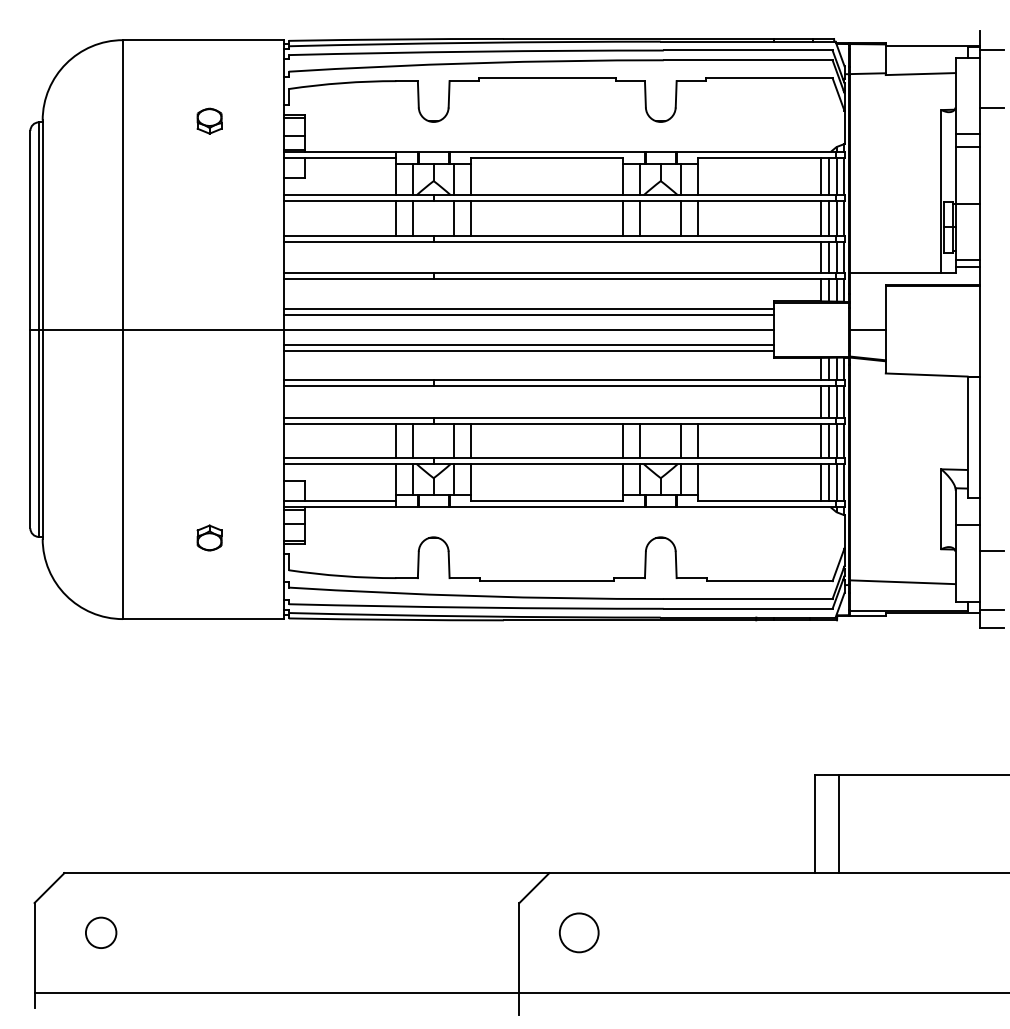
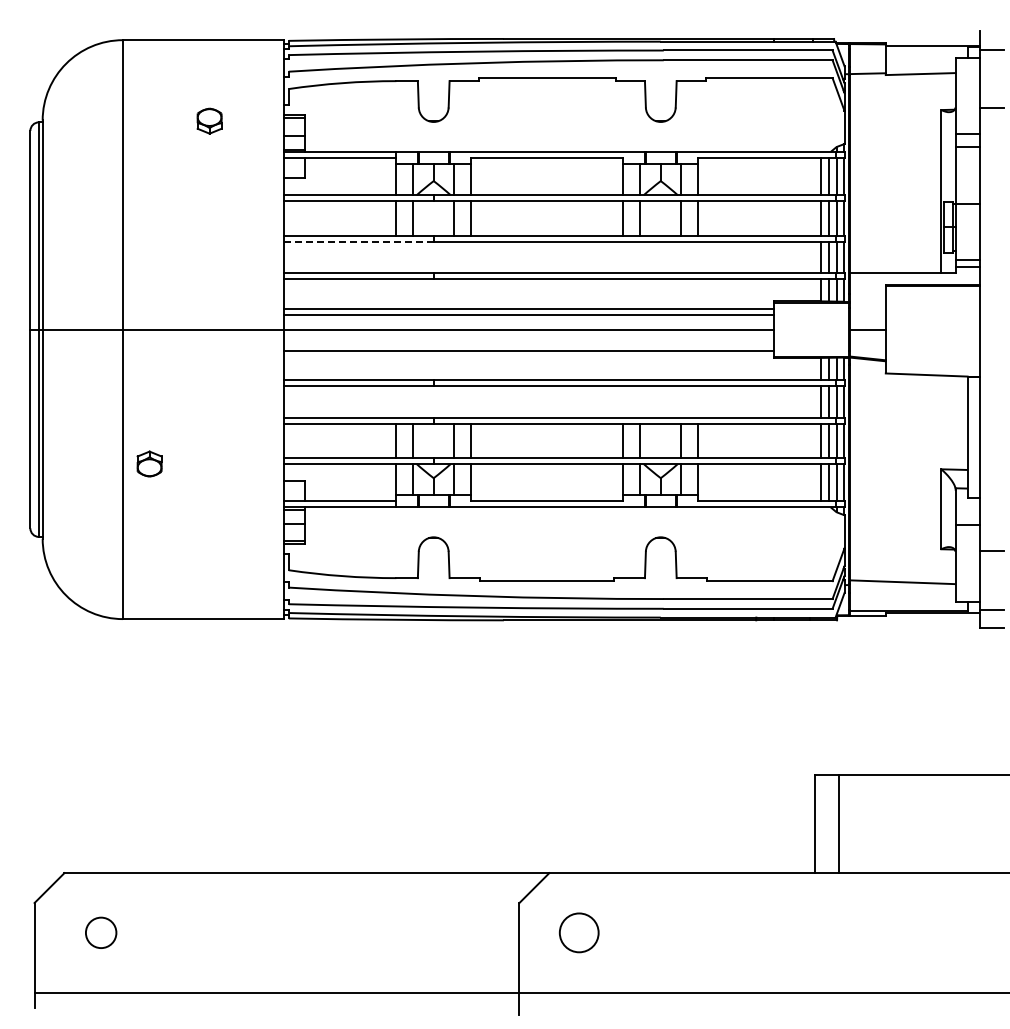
line at (359, 241): solid -> dashed
line at (529, 344): present -> none
part at (209, 537) position: (209, 537) -> (149, 463)
